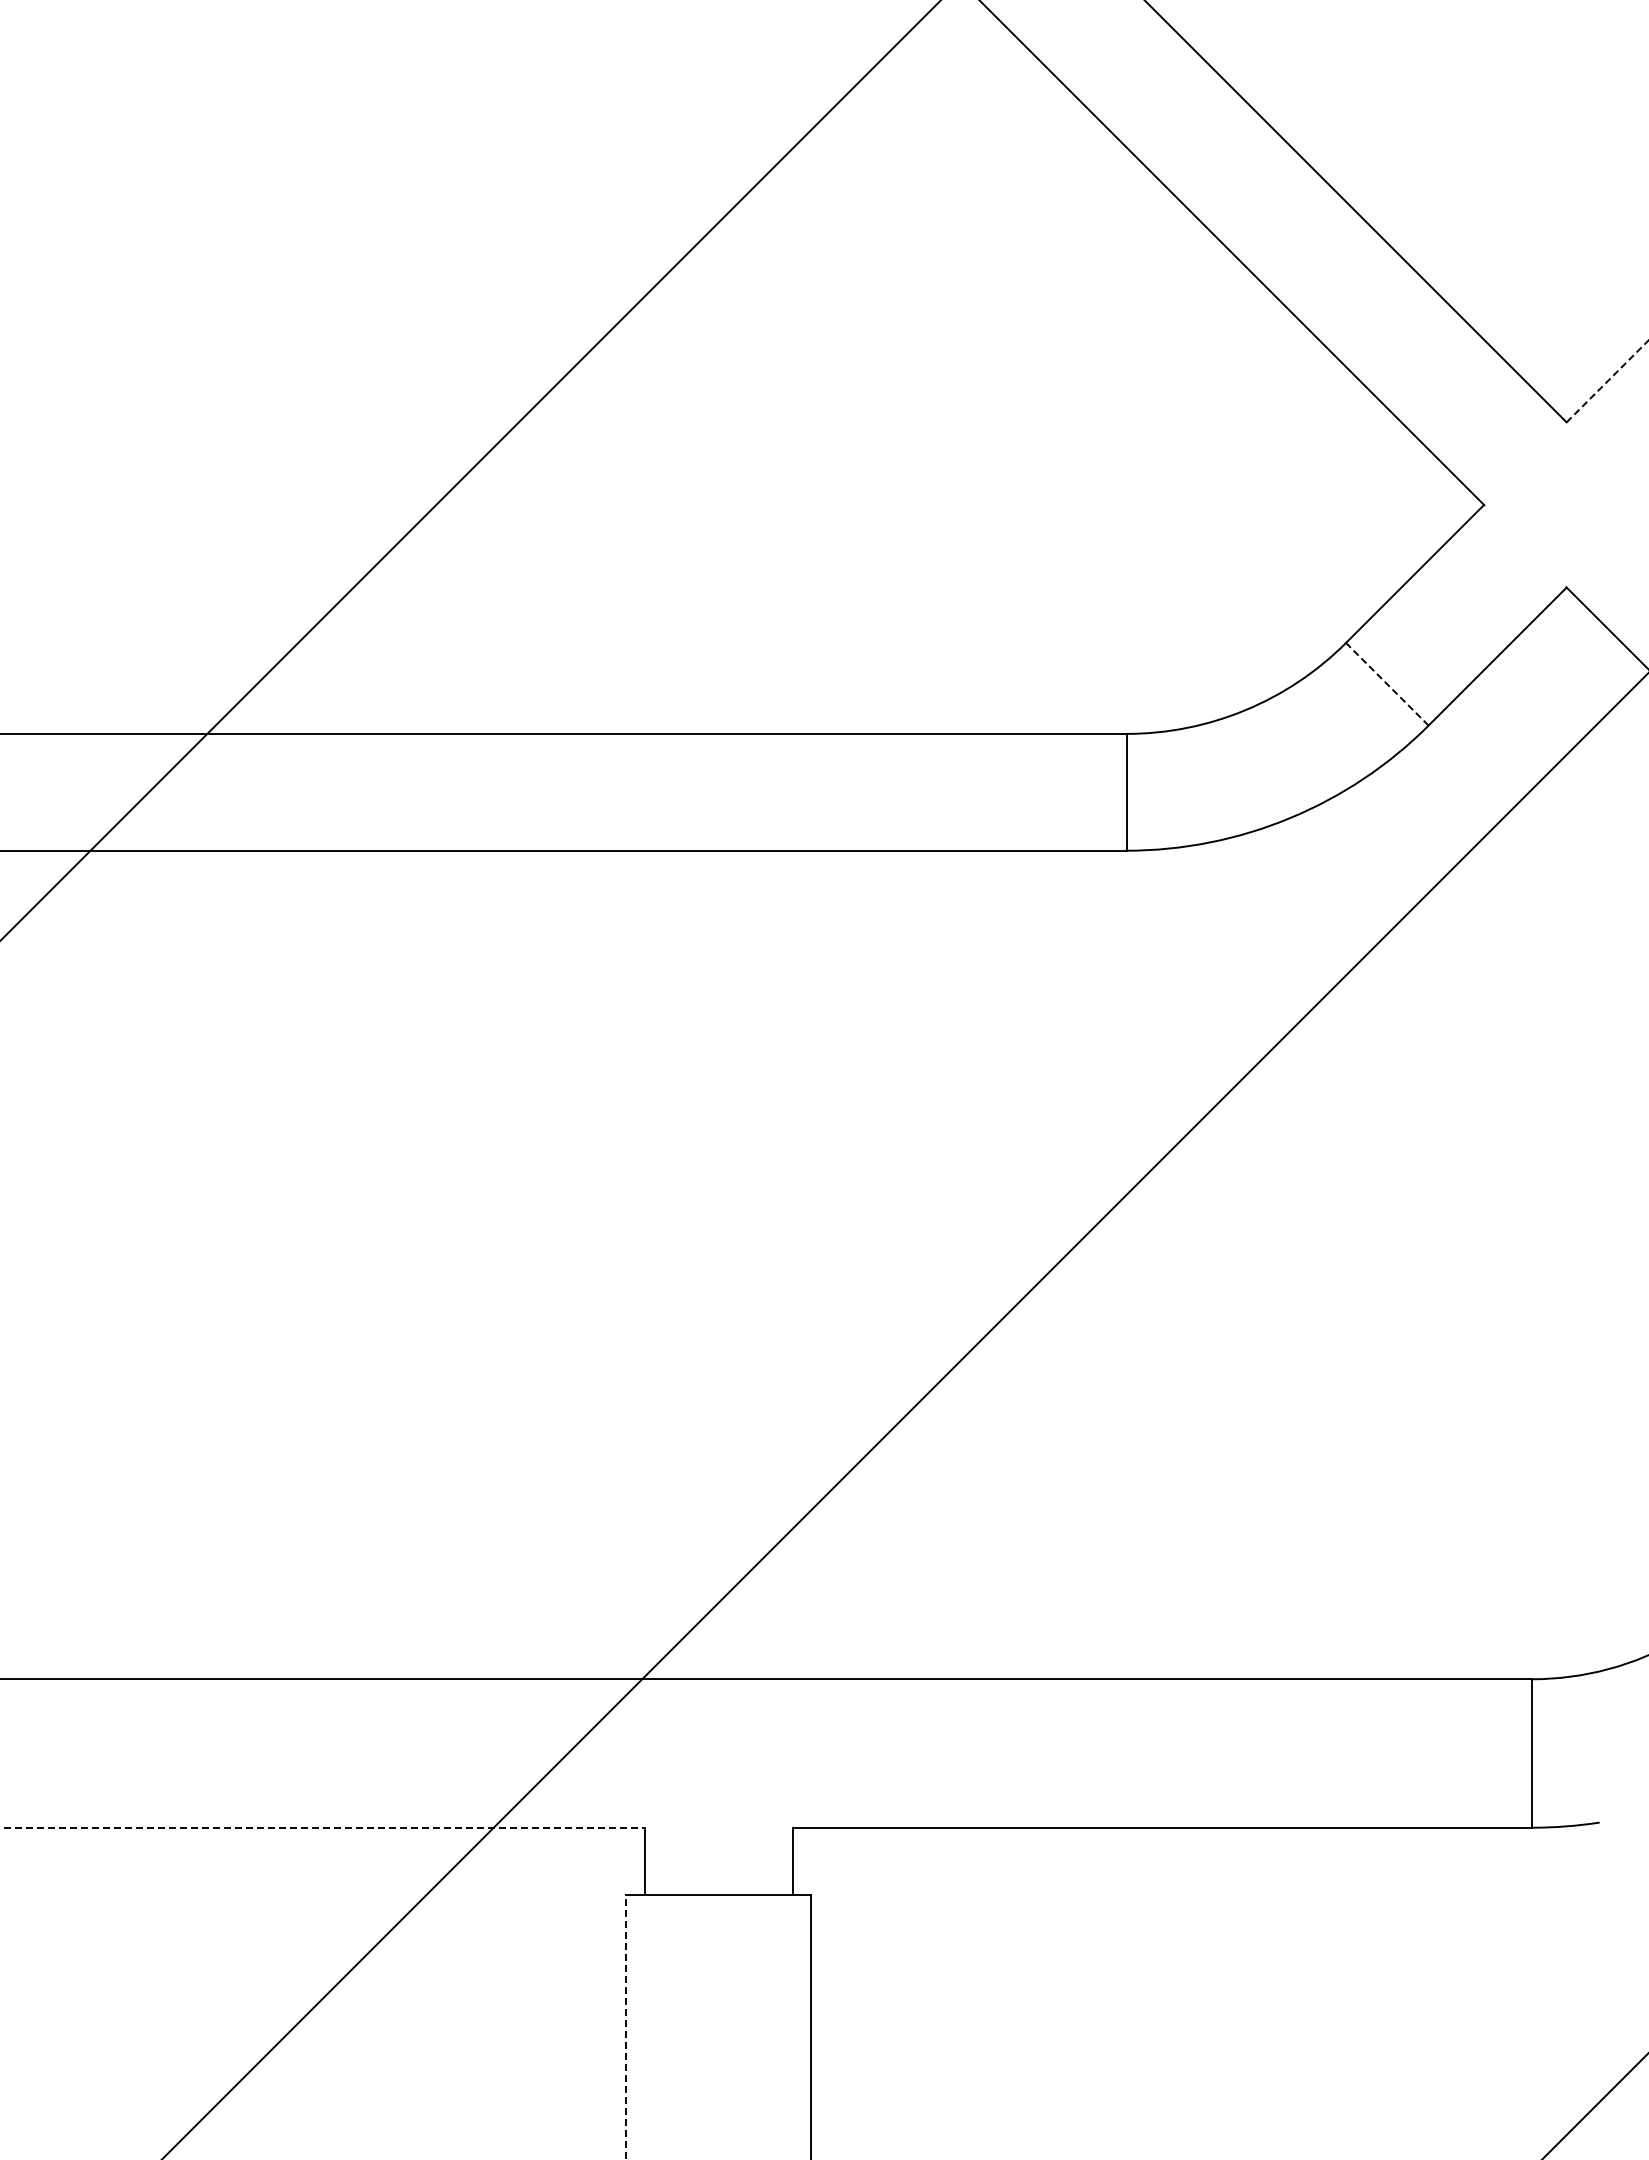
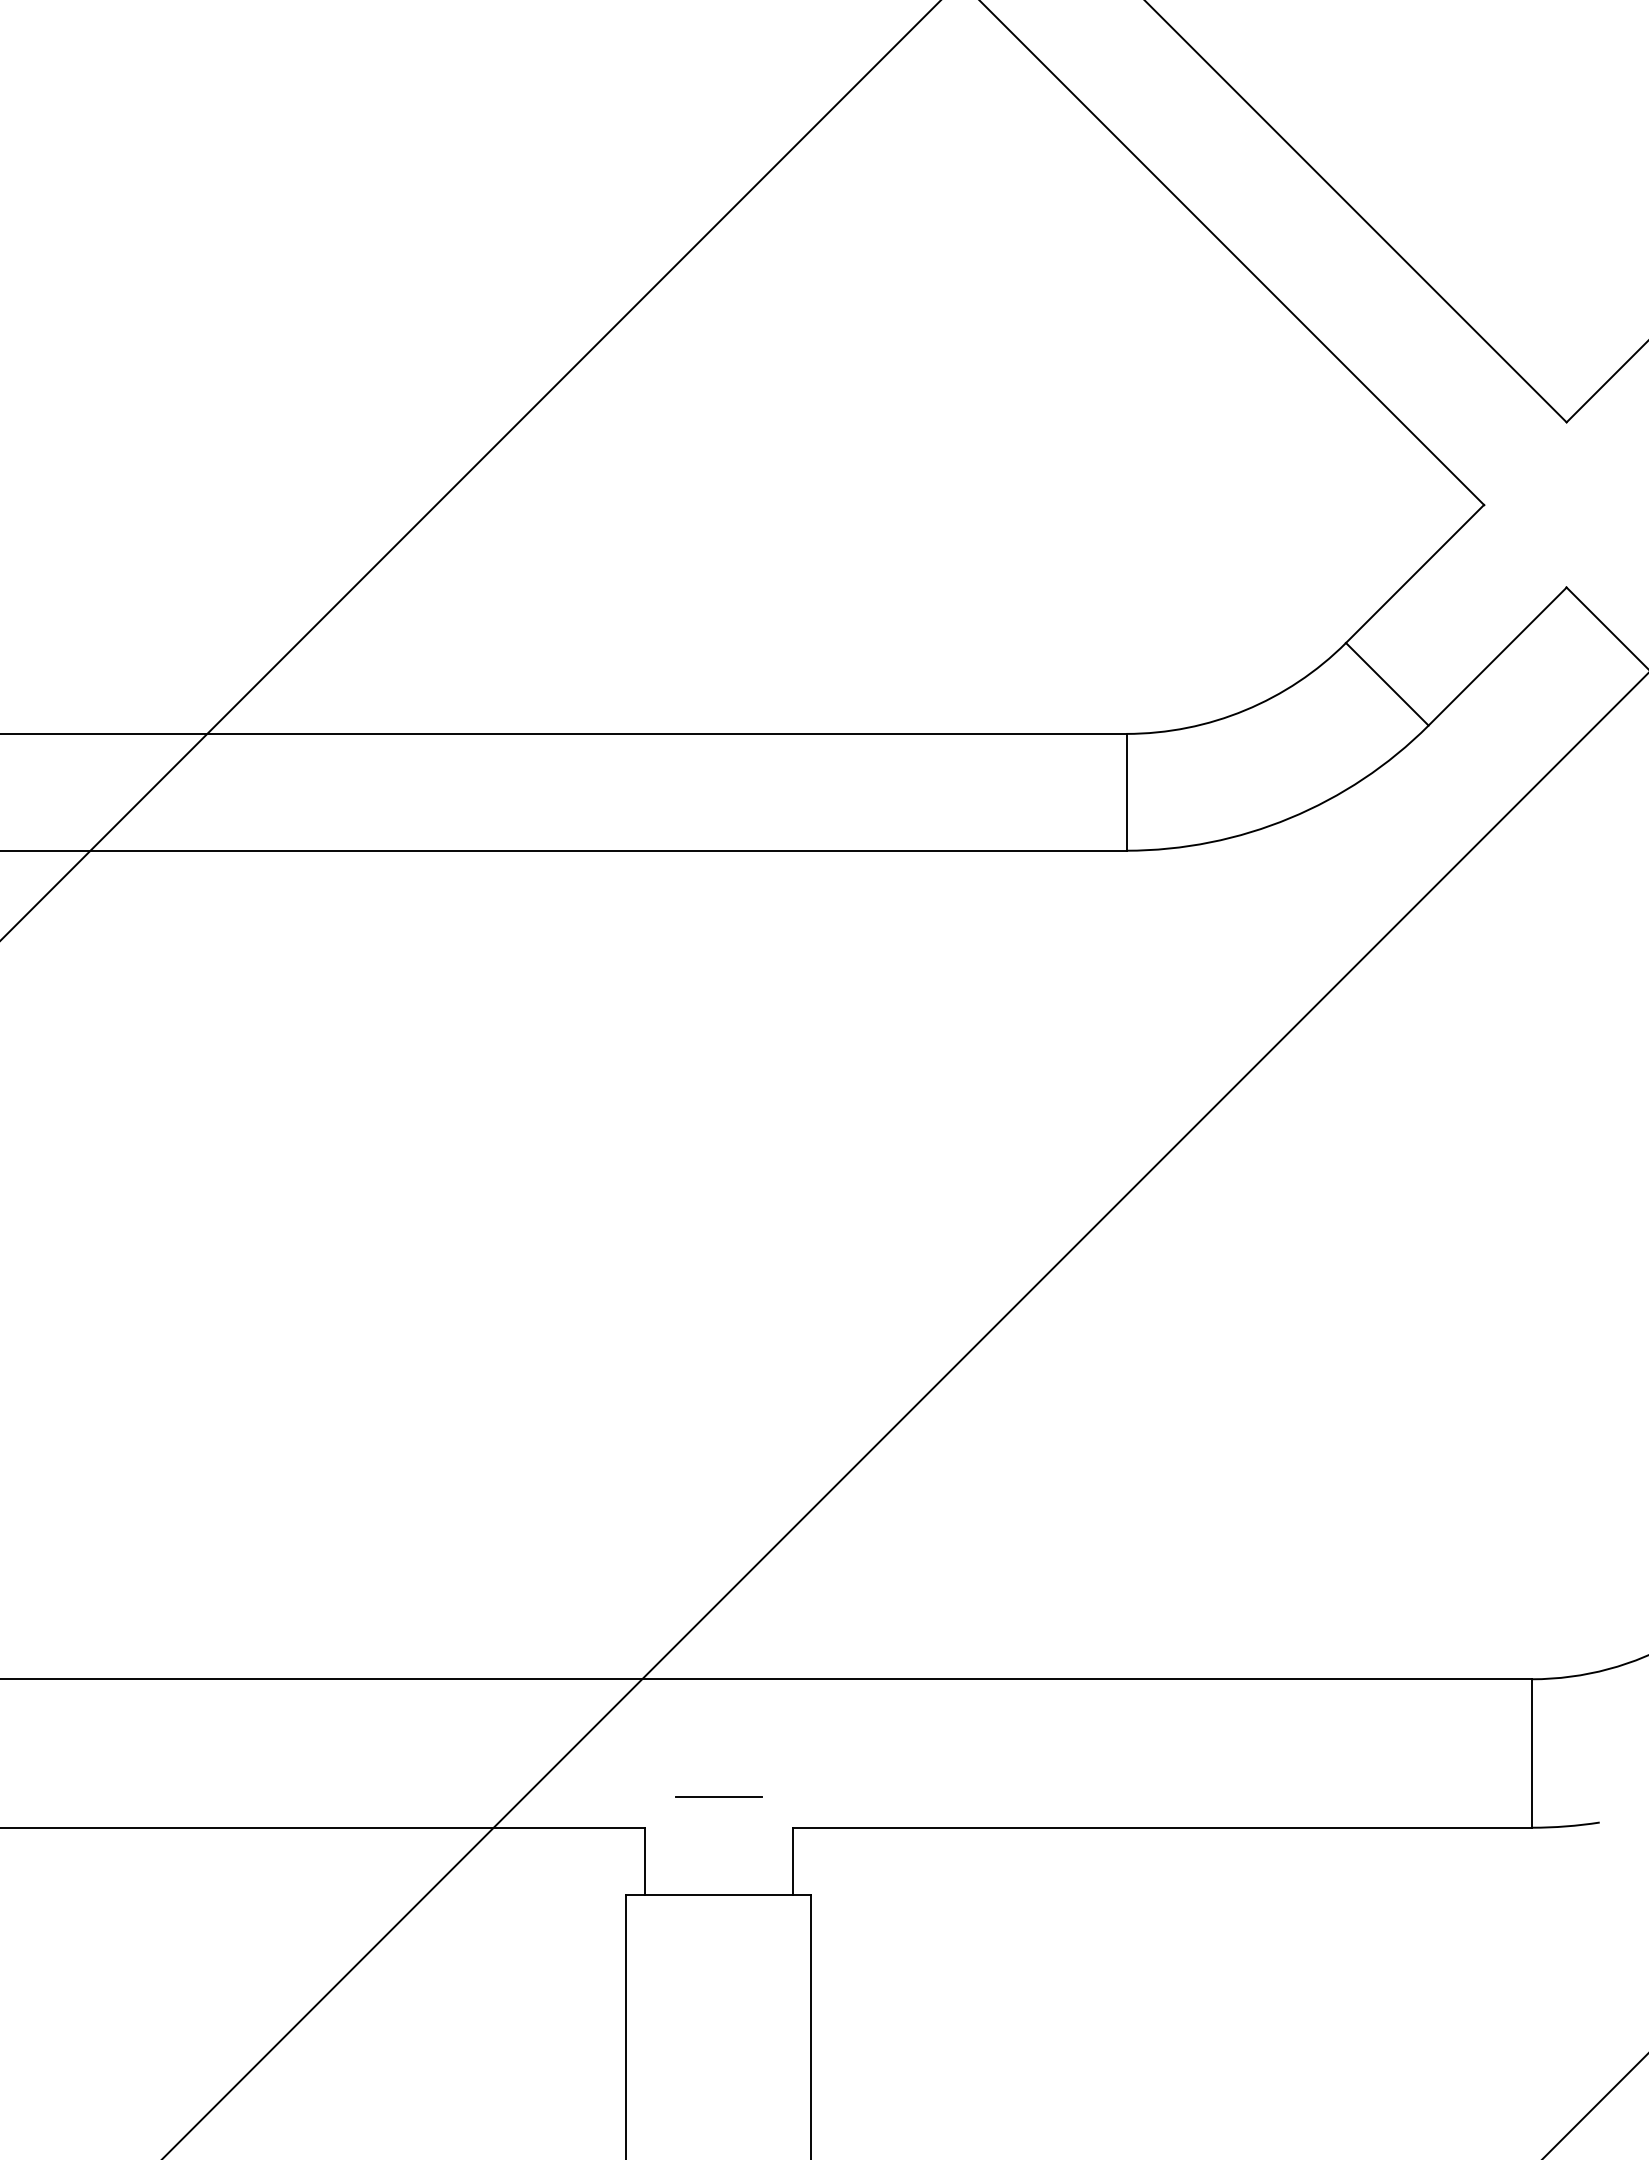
line at (1607, 381): dashed -> solid
line at (1386, 683): dashed -> solid
line at (718, 1796): none -> present
line at (322, 1827): dashed -> solid
line at (626, 2026): dashed -> solid
